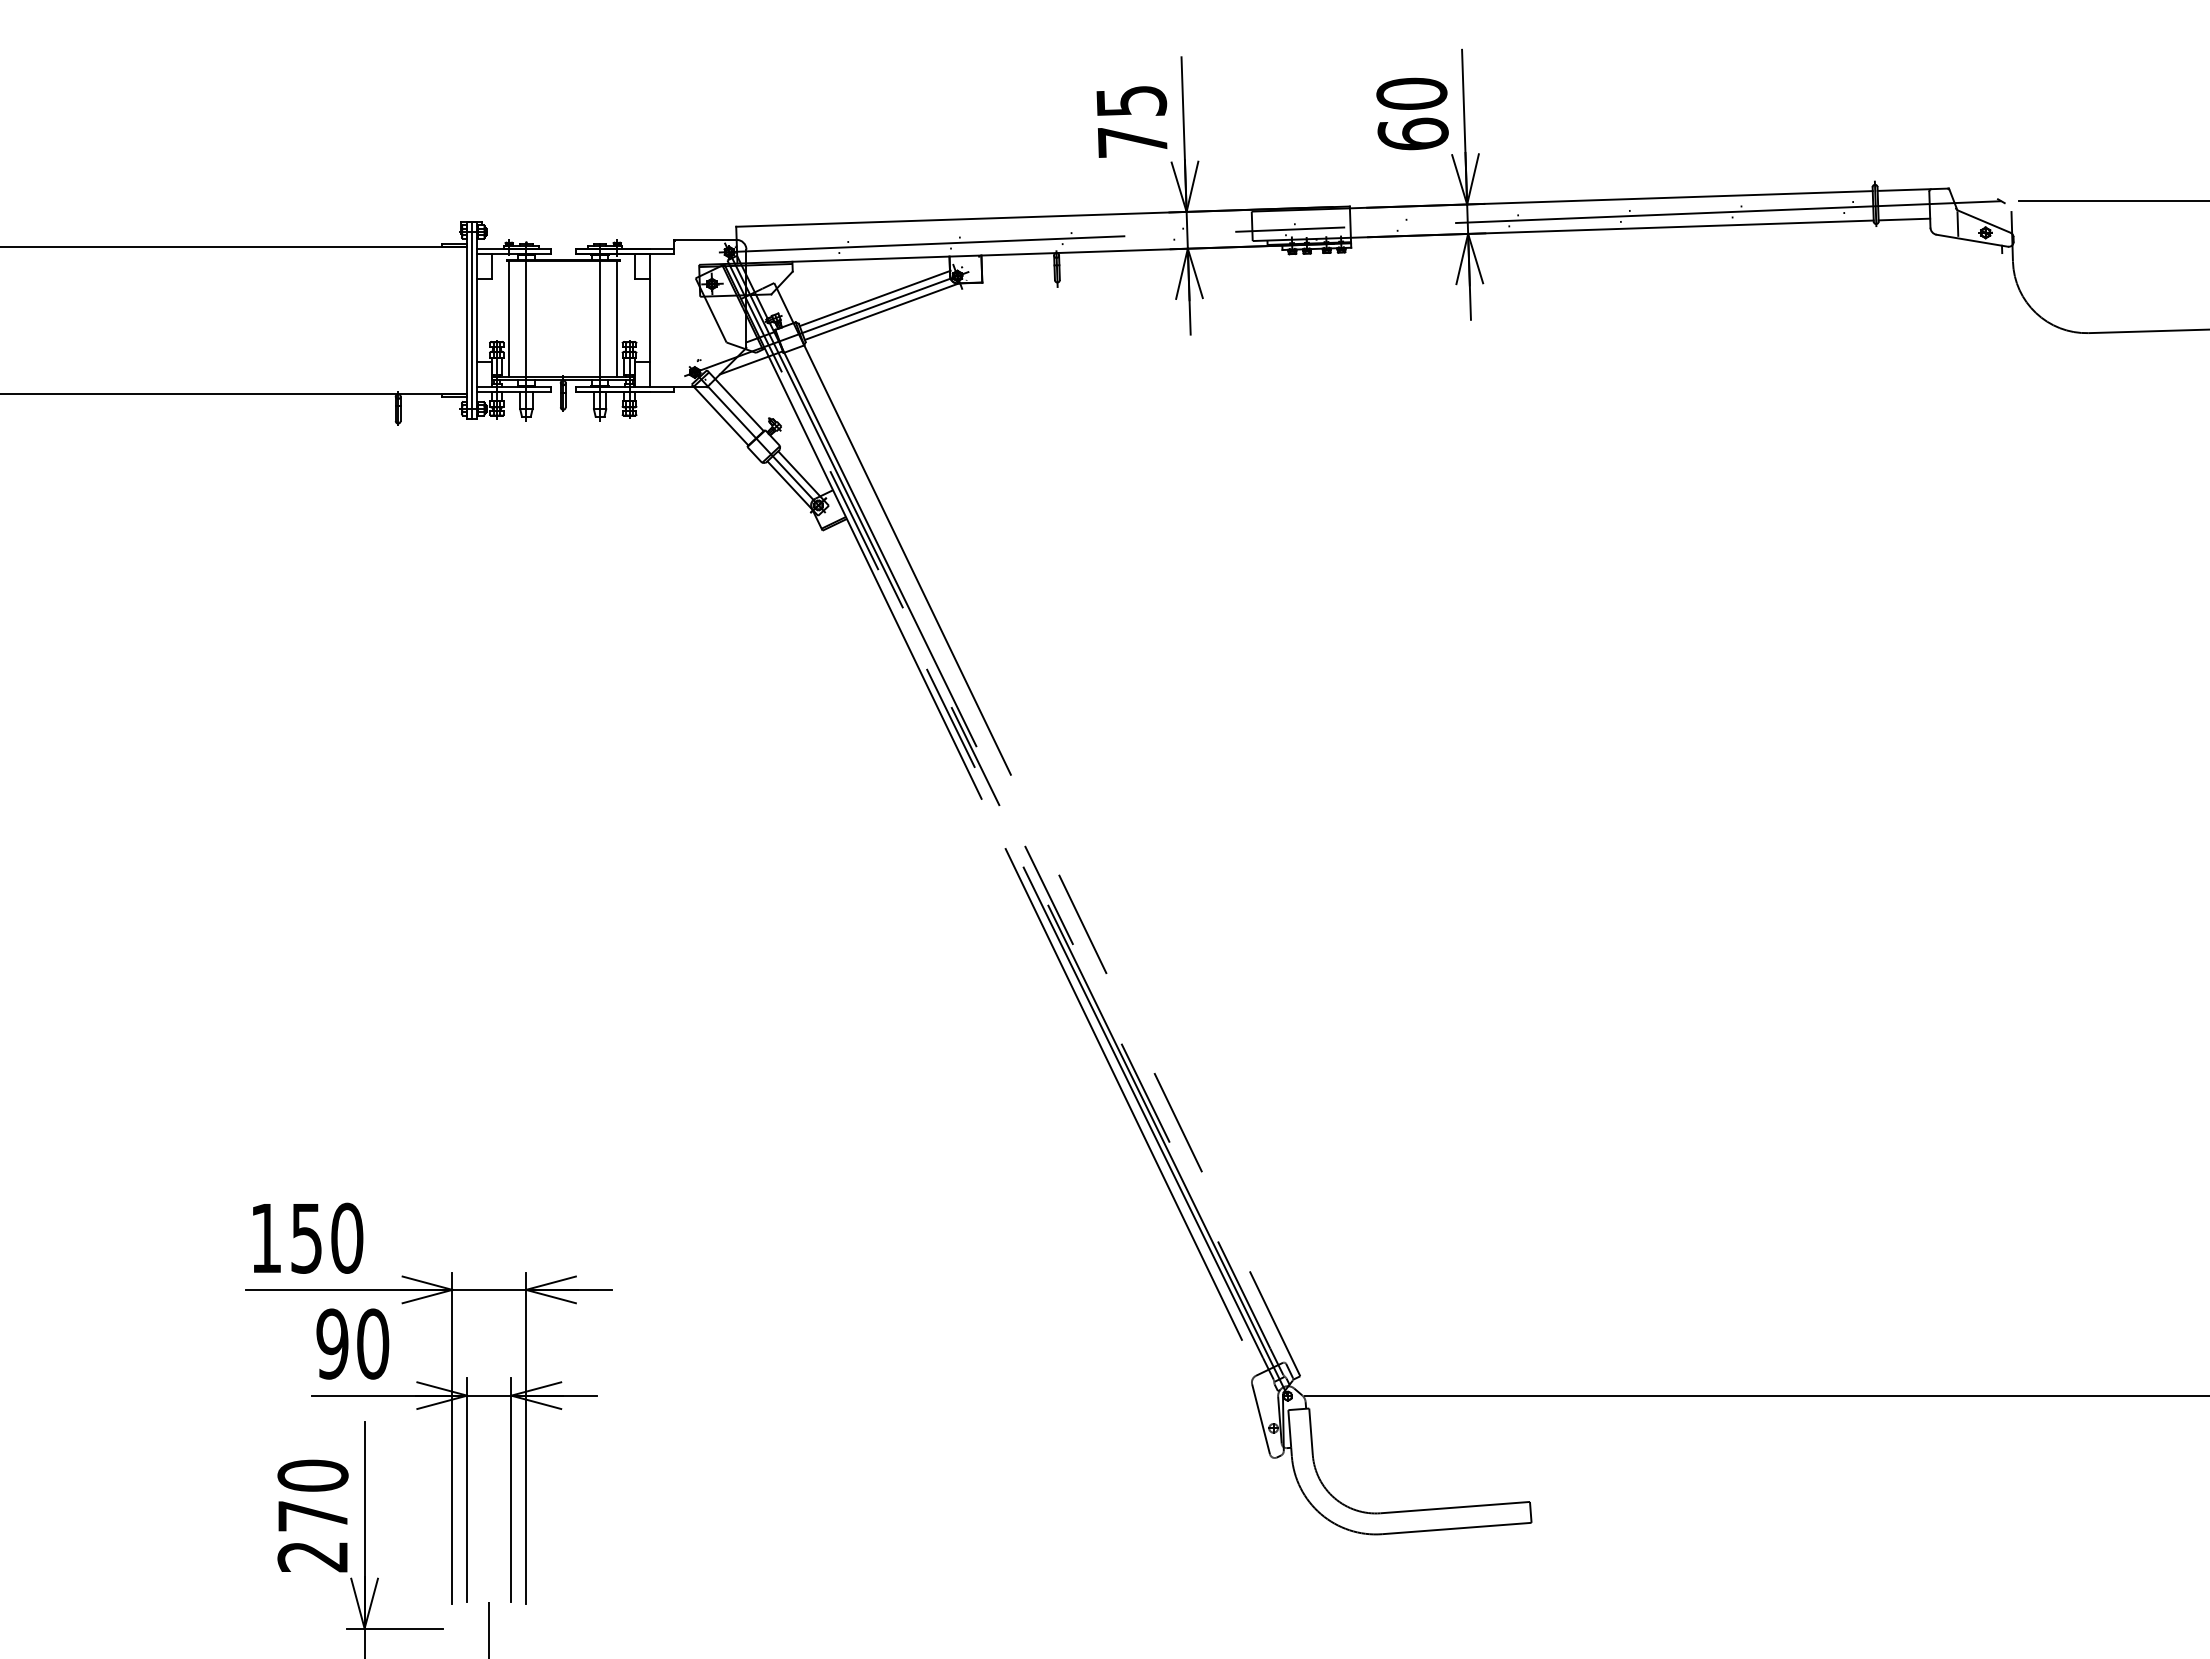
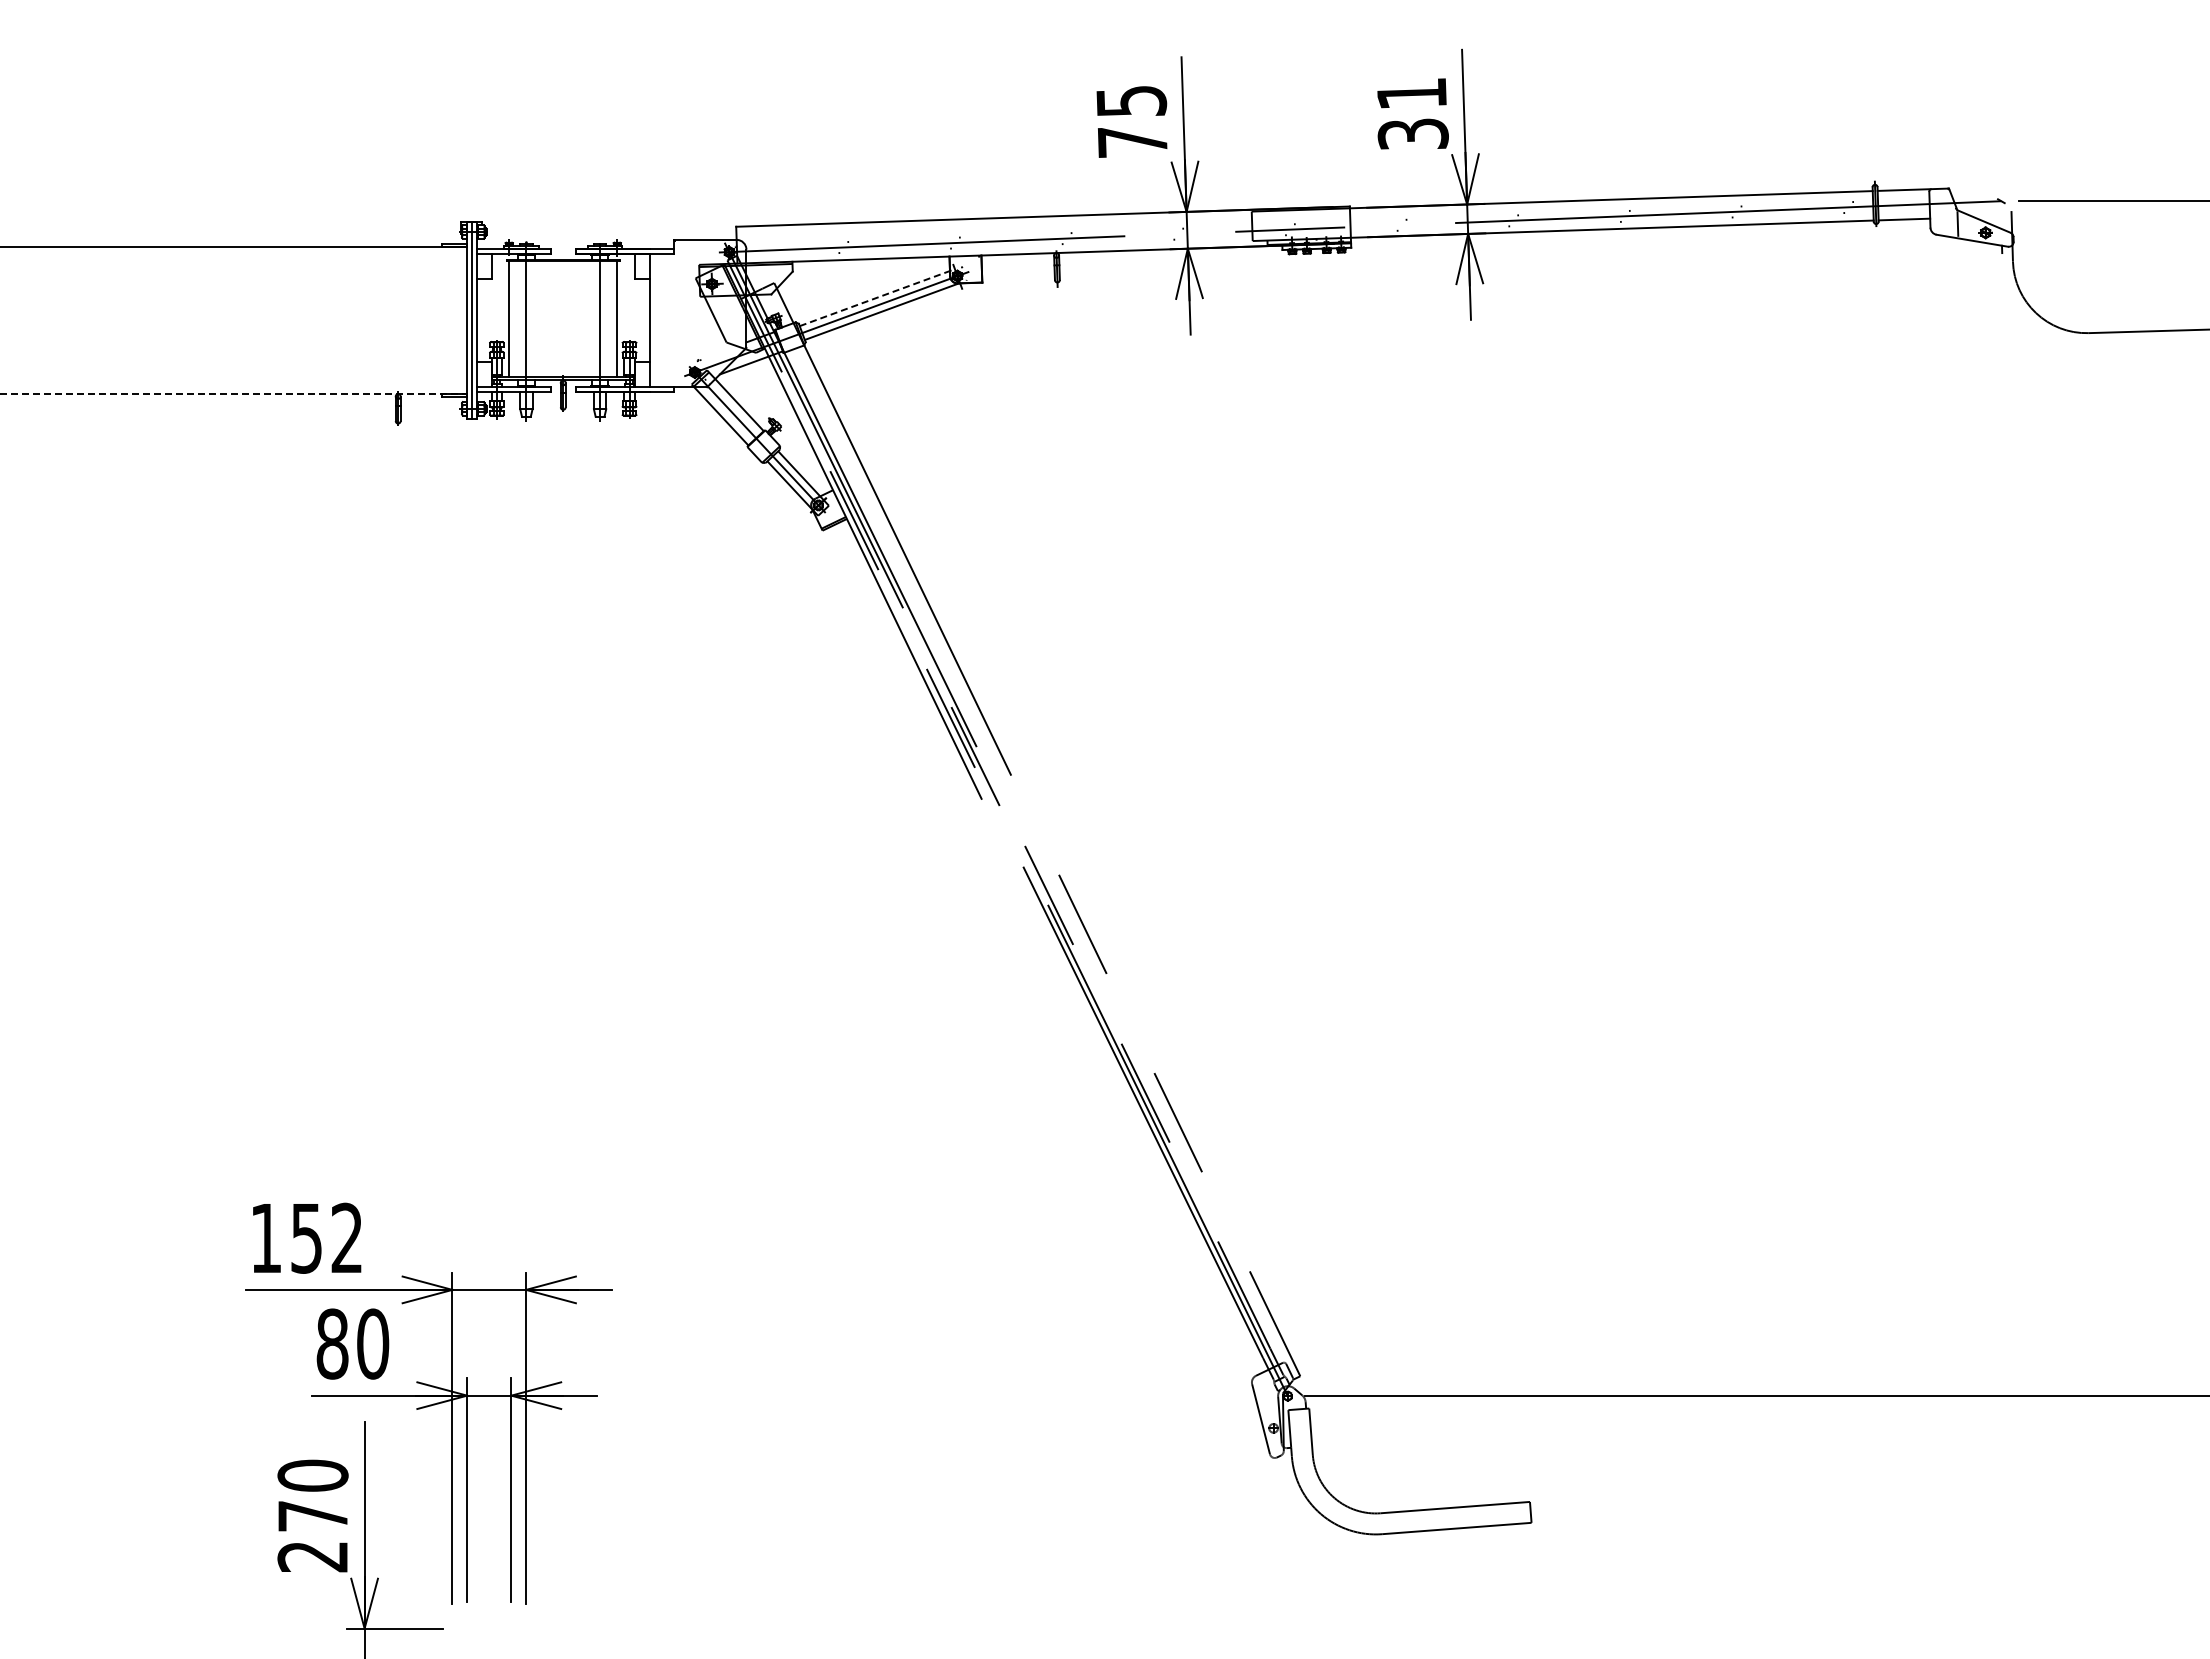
text at (1412, 113): 60 -> 31
line at (875, 298): solid -> dashed
line at (234, 394): solid -> dashed
line at (1131, 1111): present -> none
text at (347, 1237): 150 -> 152
text at (332, 1343): 90 -> 80
line at (489, 1628): present -> none
